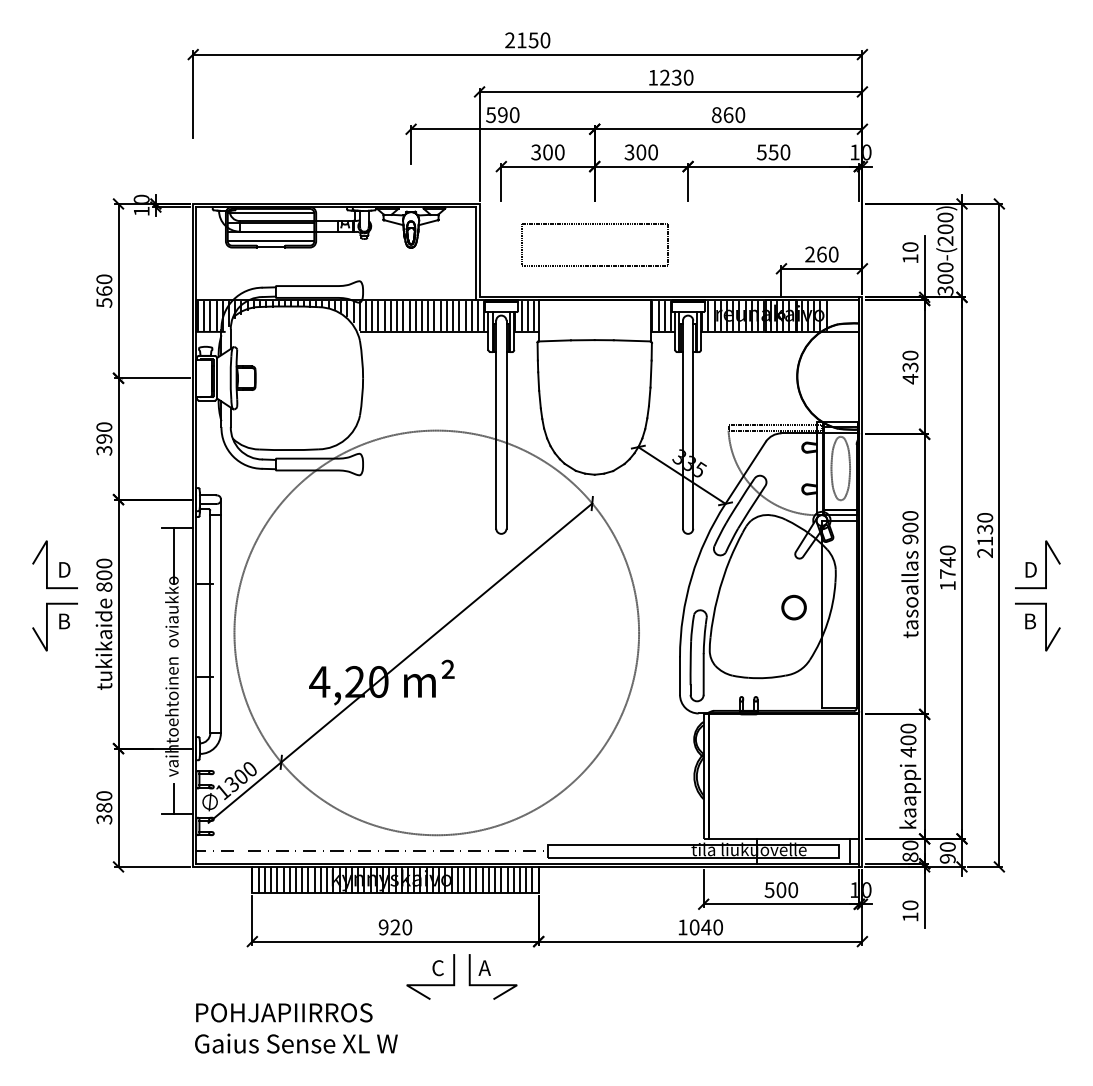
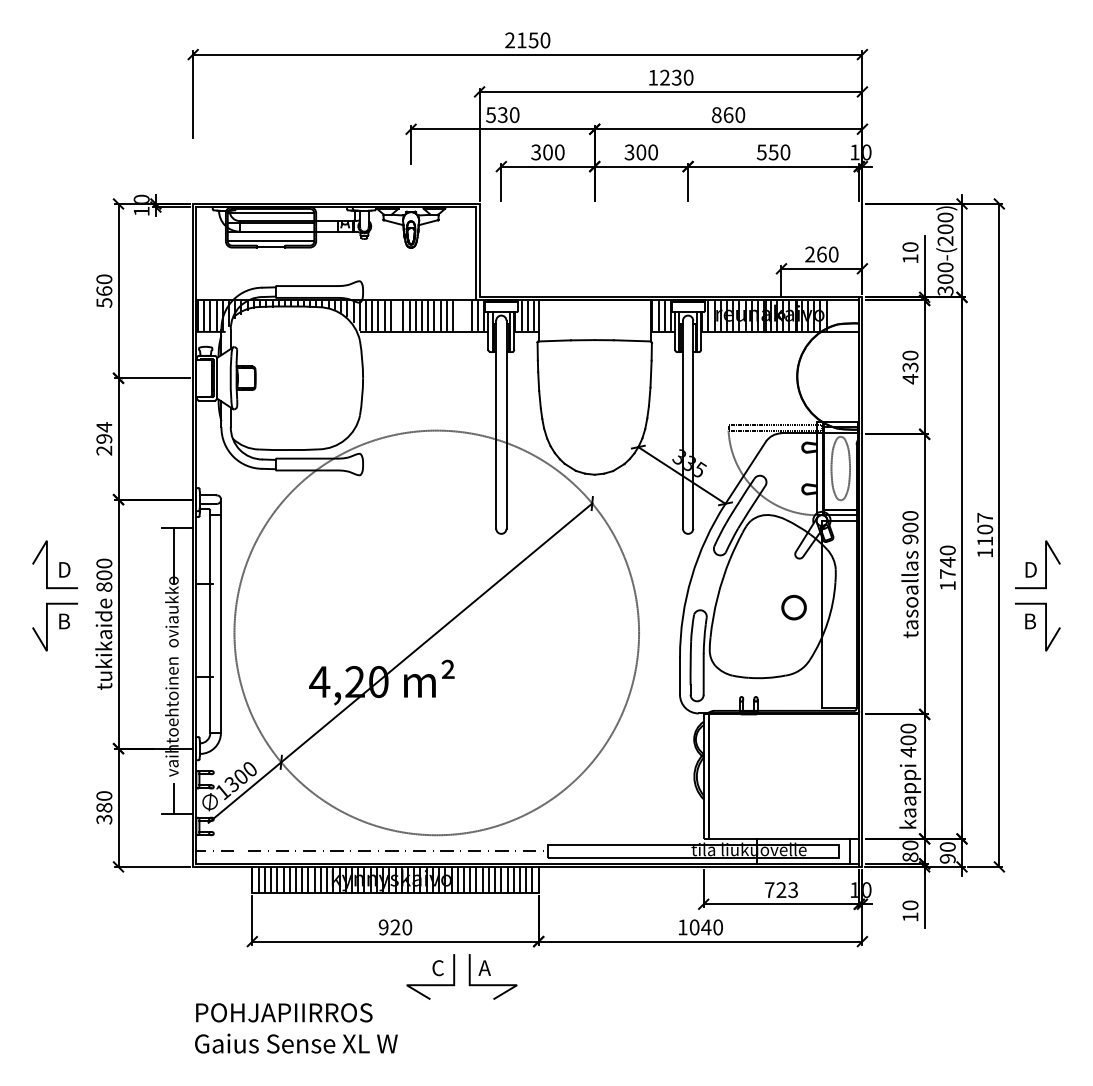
text at (502, 114): 590 -> 530
part at (593, 224): present -> none
line at (397, 316): present -> none
line at (459, 316): present -> none
line at (465, 316): present -> none
text at (104, 438): 390 -> 294
text at (985, 535): 2130 -> 1107
text at (781, 890): 500 -> 723
